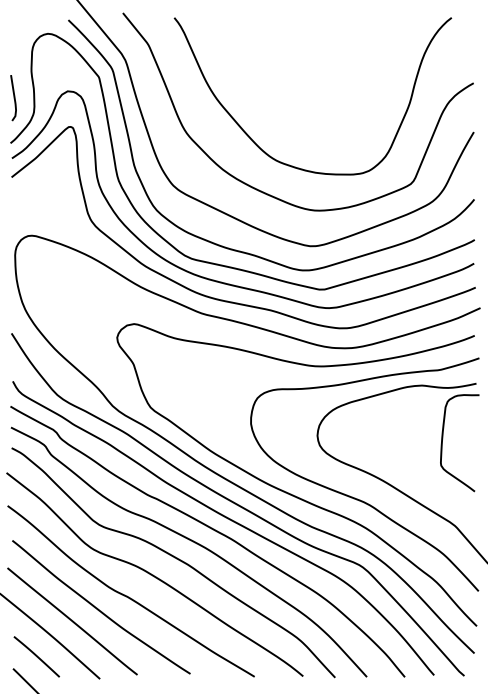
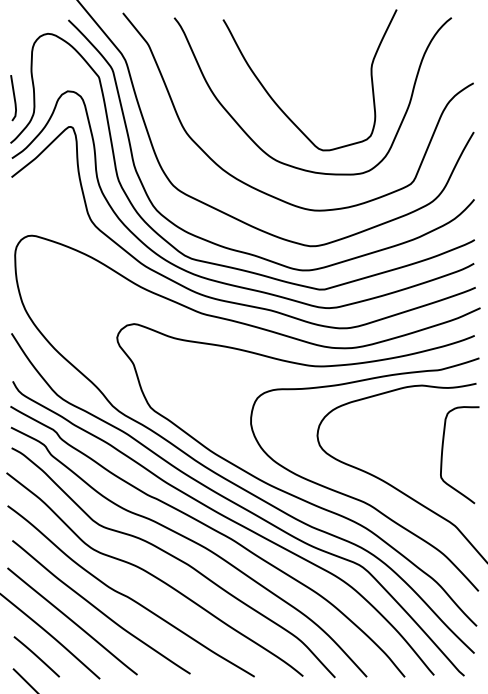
curve at (281, 108): none -> present
curve at (443, 438) position: (443, 438) -> (443, 450)
